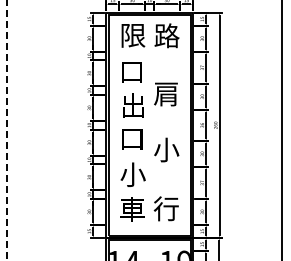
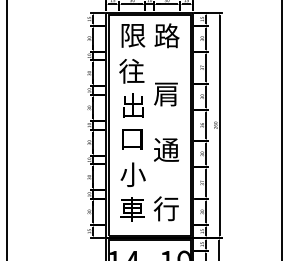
text at (131, 71): 口 -> 往
line at (7, 130): dashed -> solid
text at (166, 149): 小 -> 通
